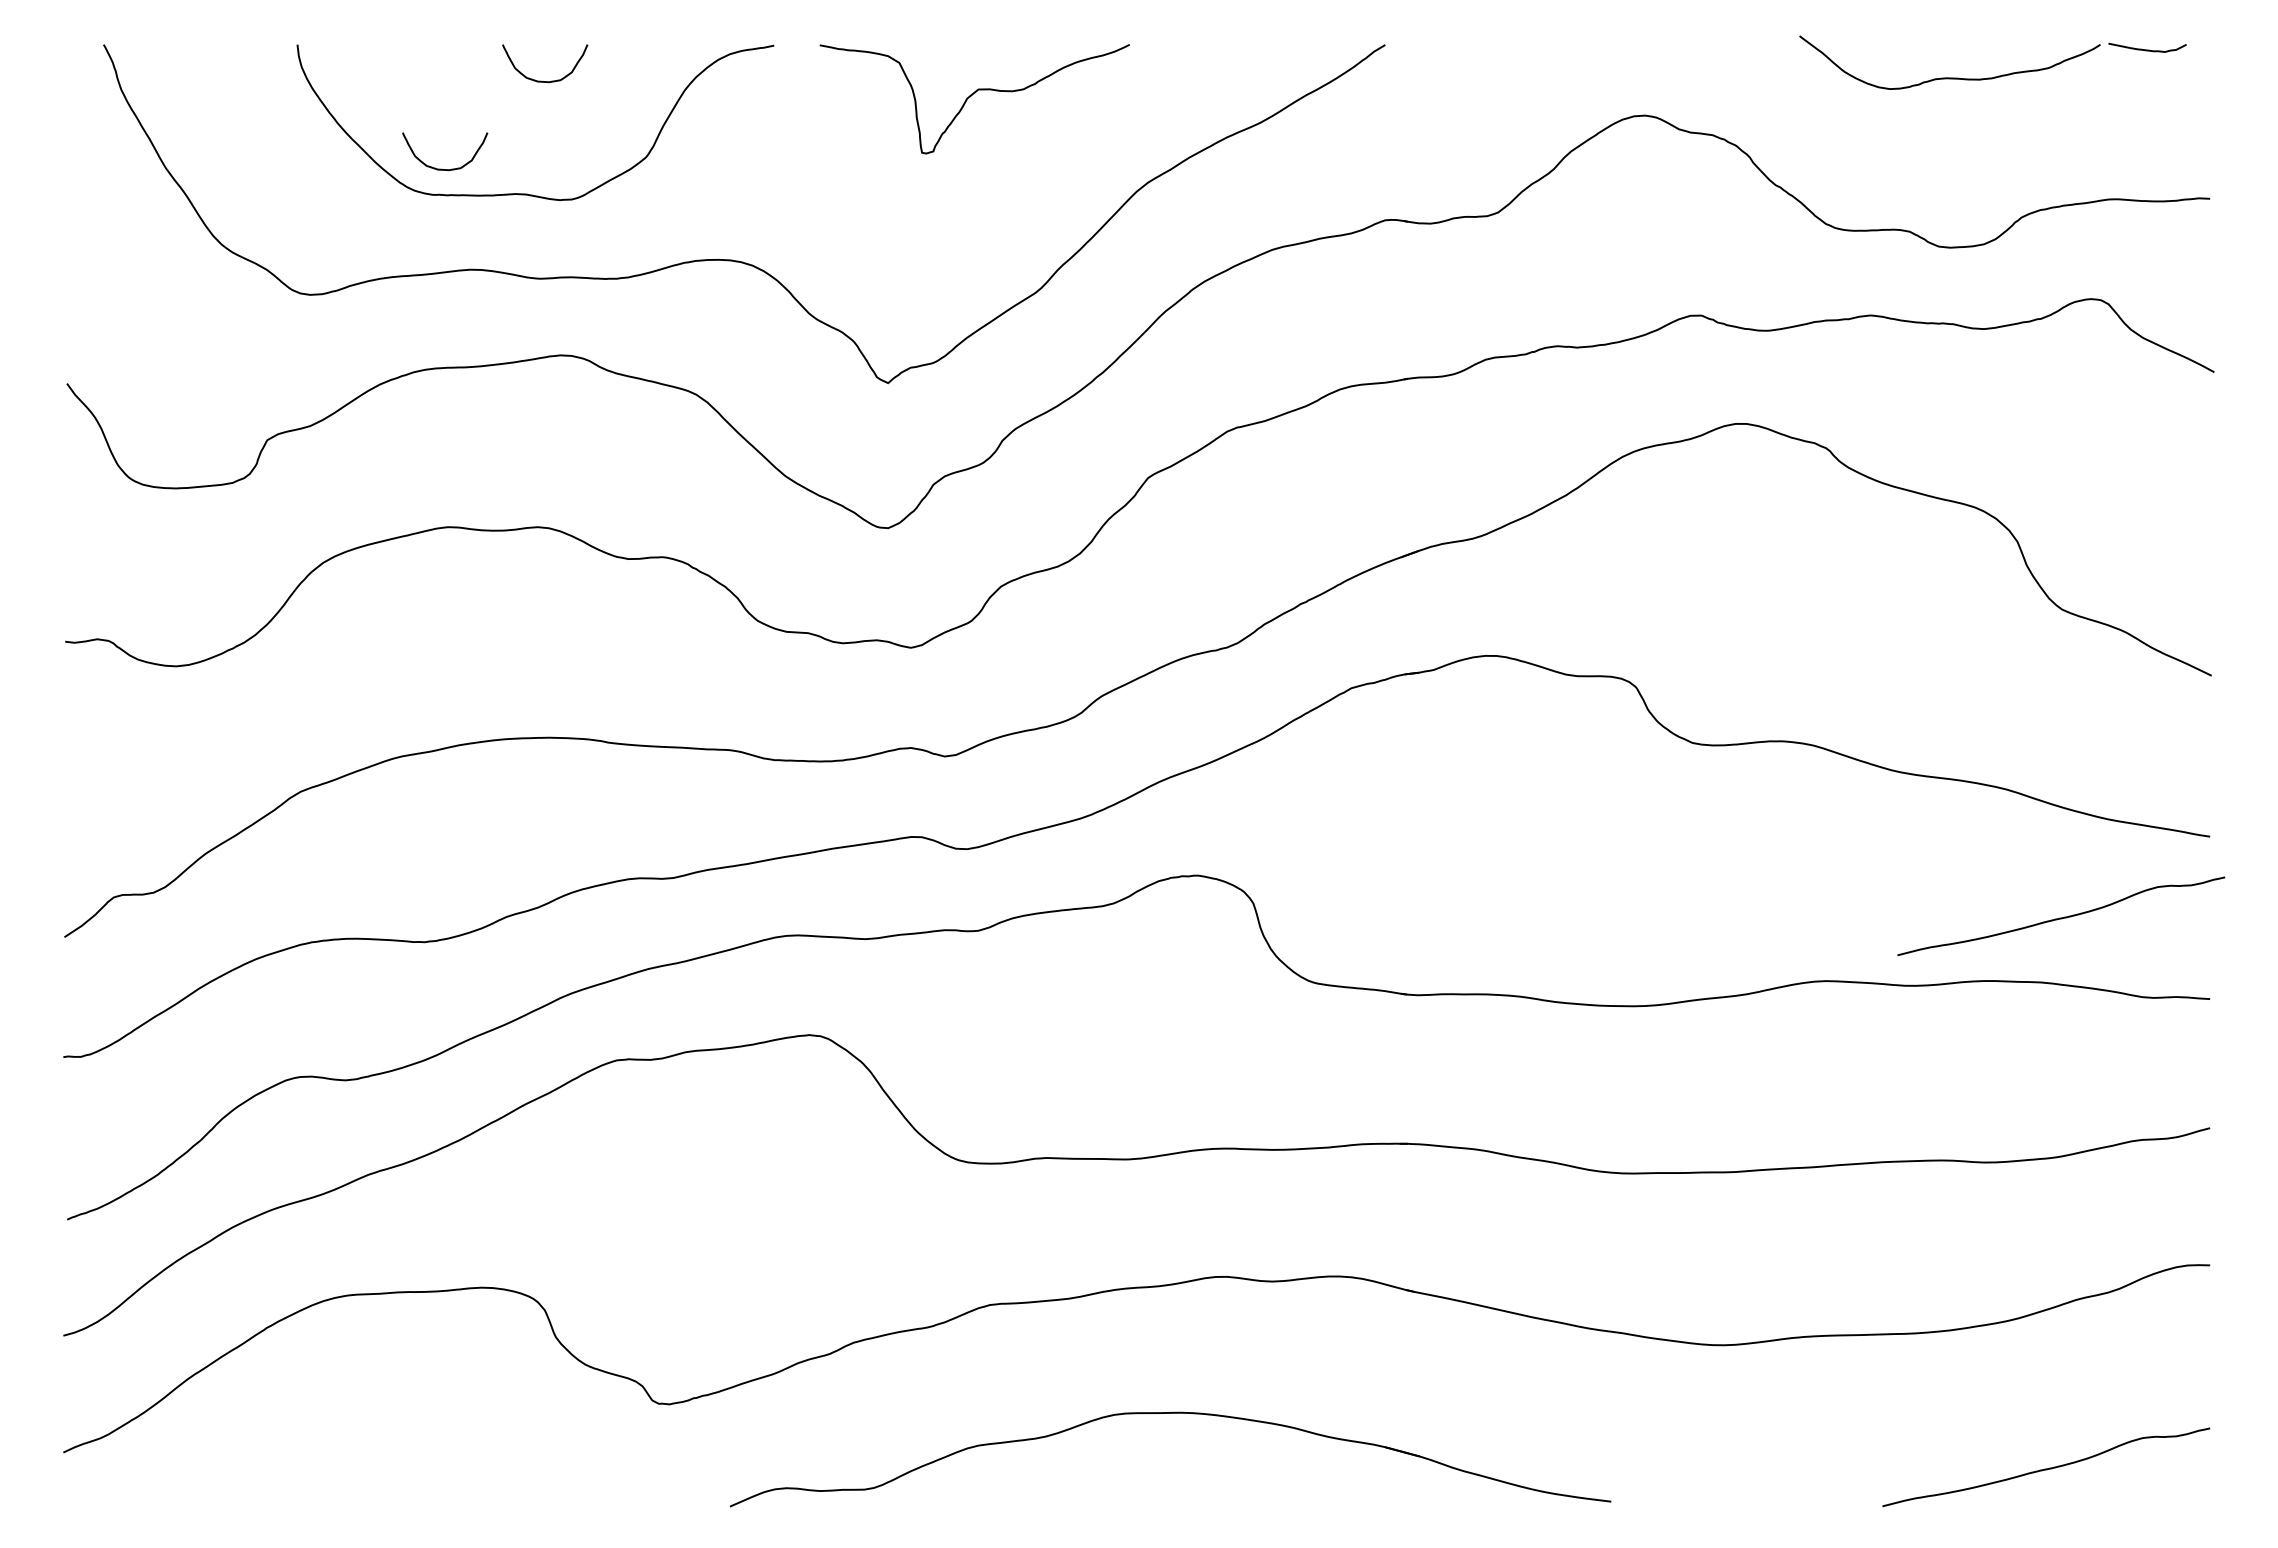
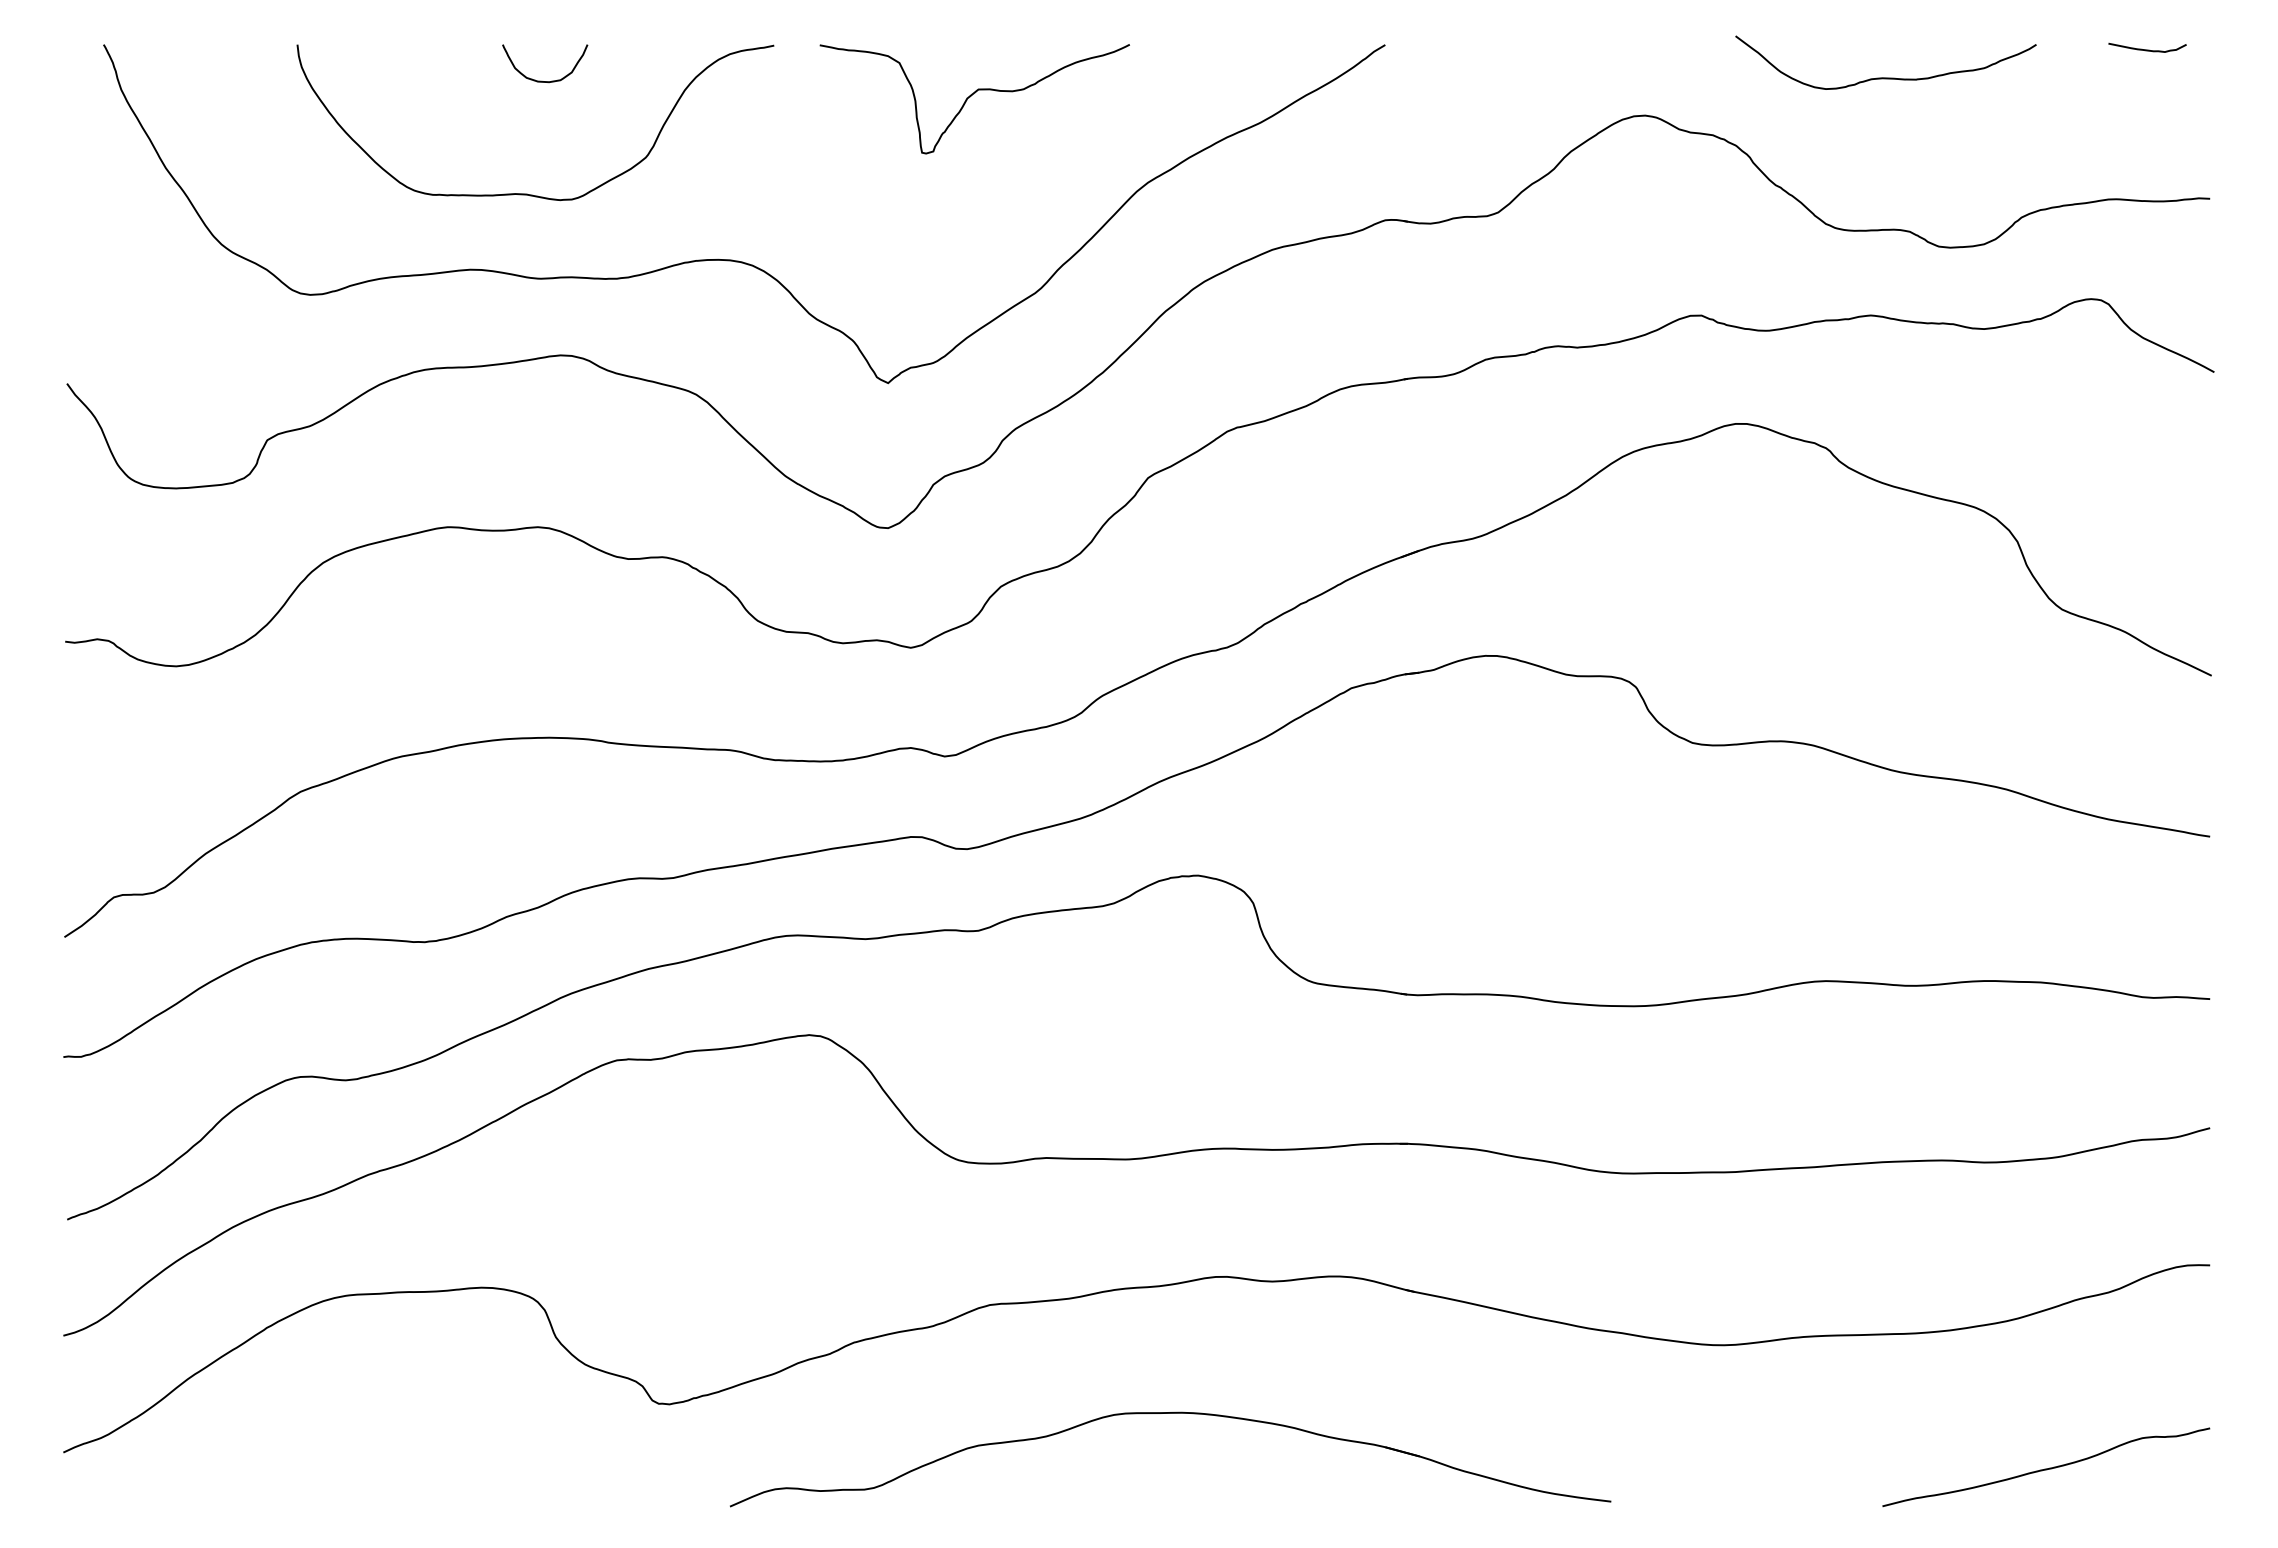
curve at (1949, 77) position: (1949, 77) -> (1885, 77)
curve at (441, 168): present -> none
curve at (2061, 917): present -> none
